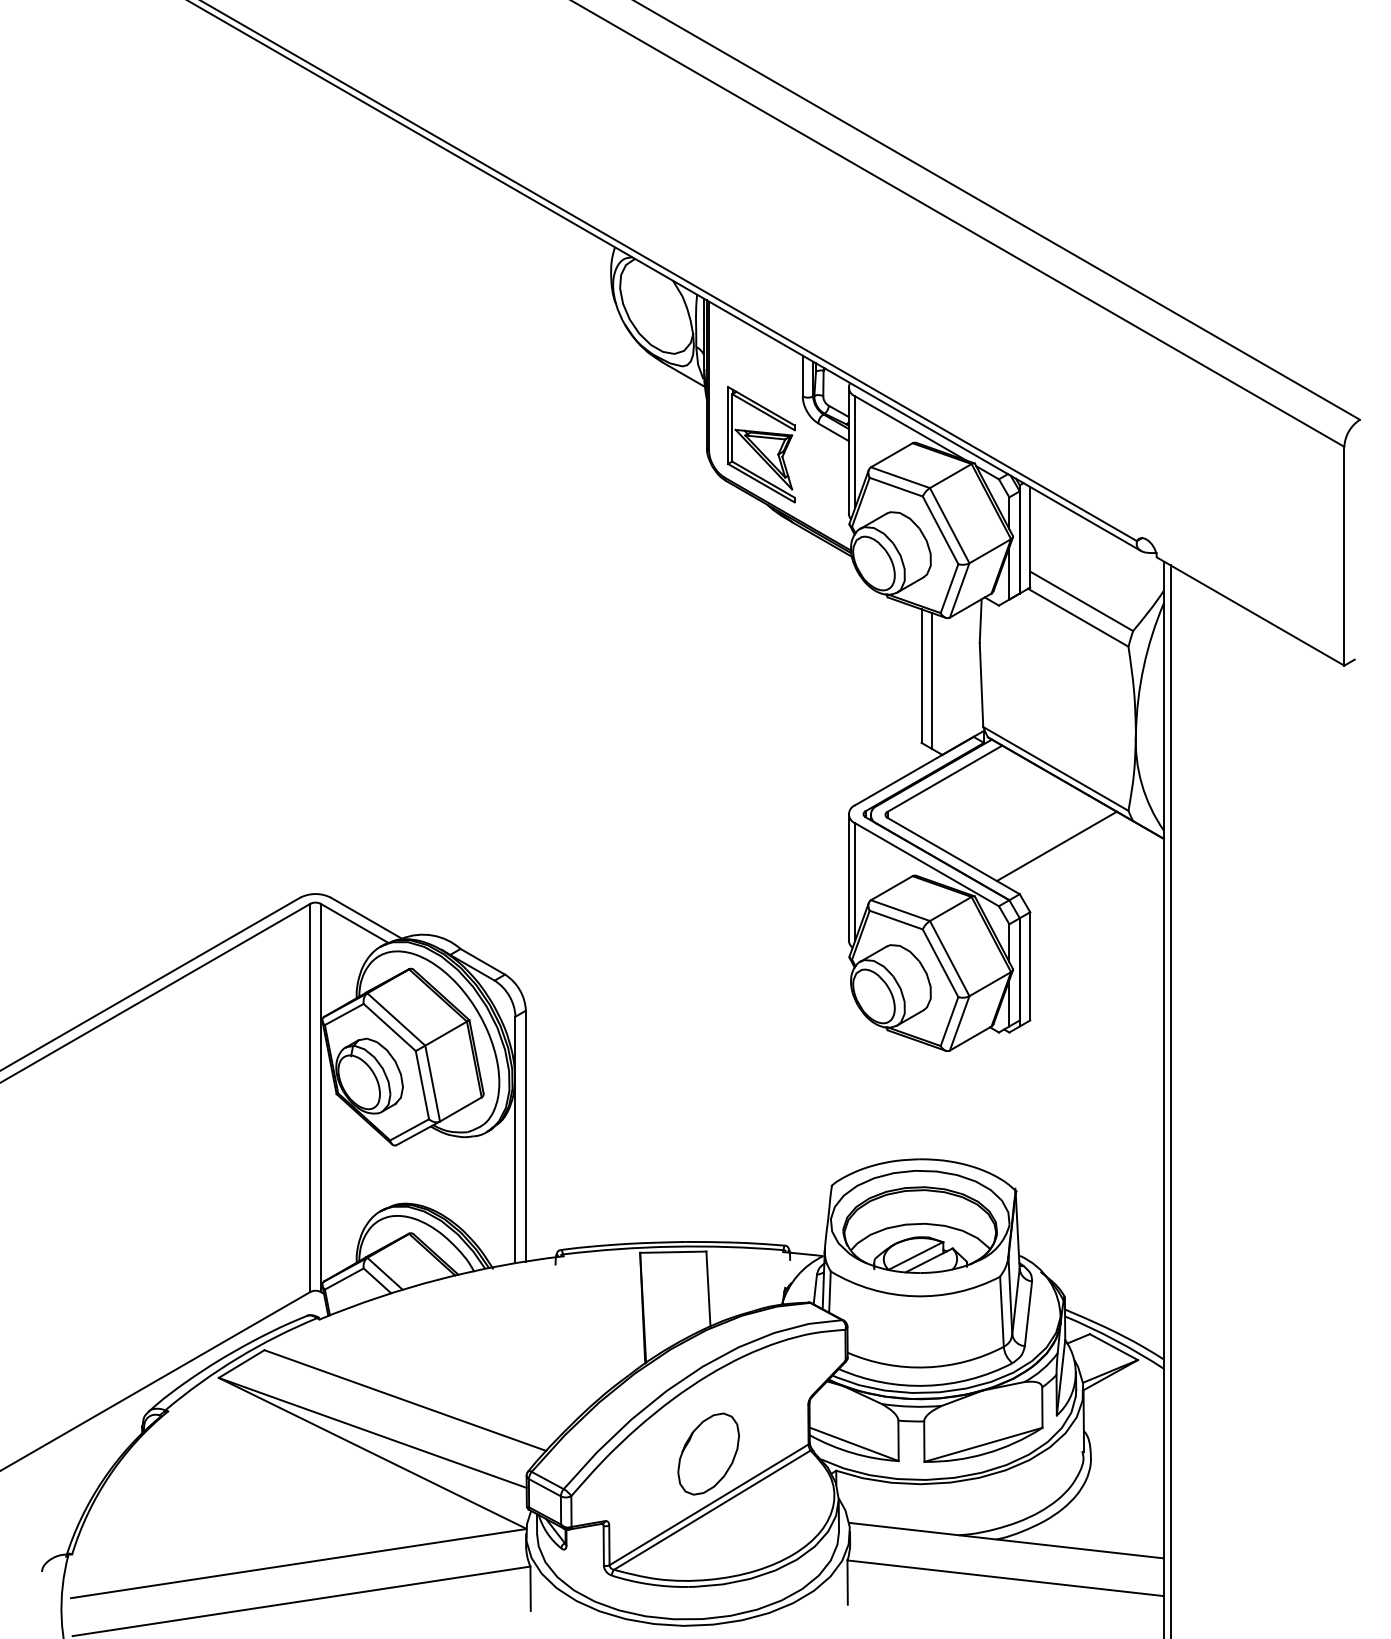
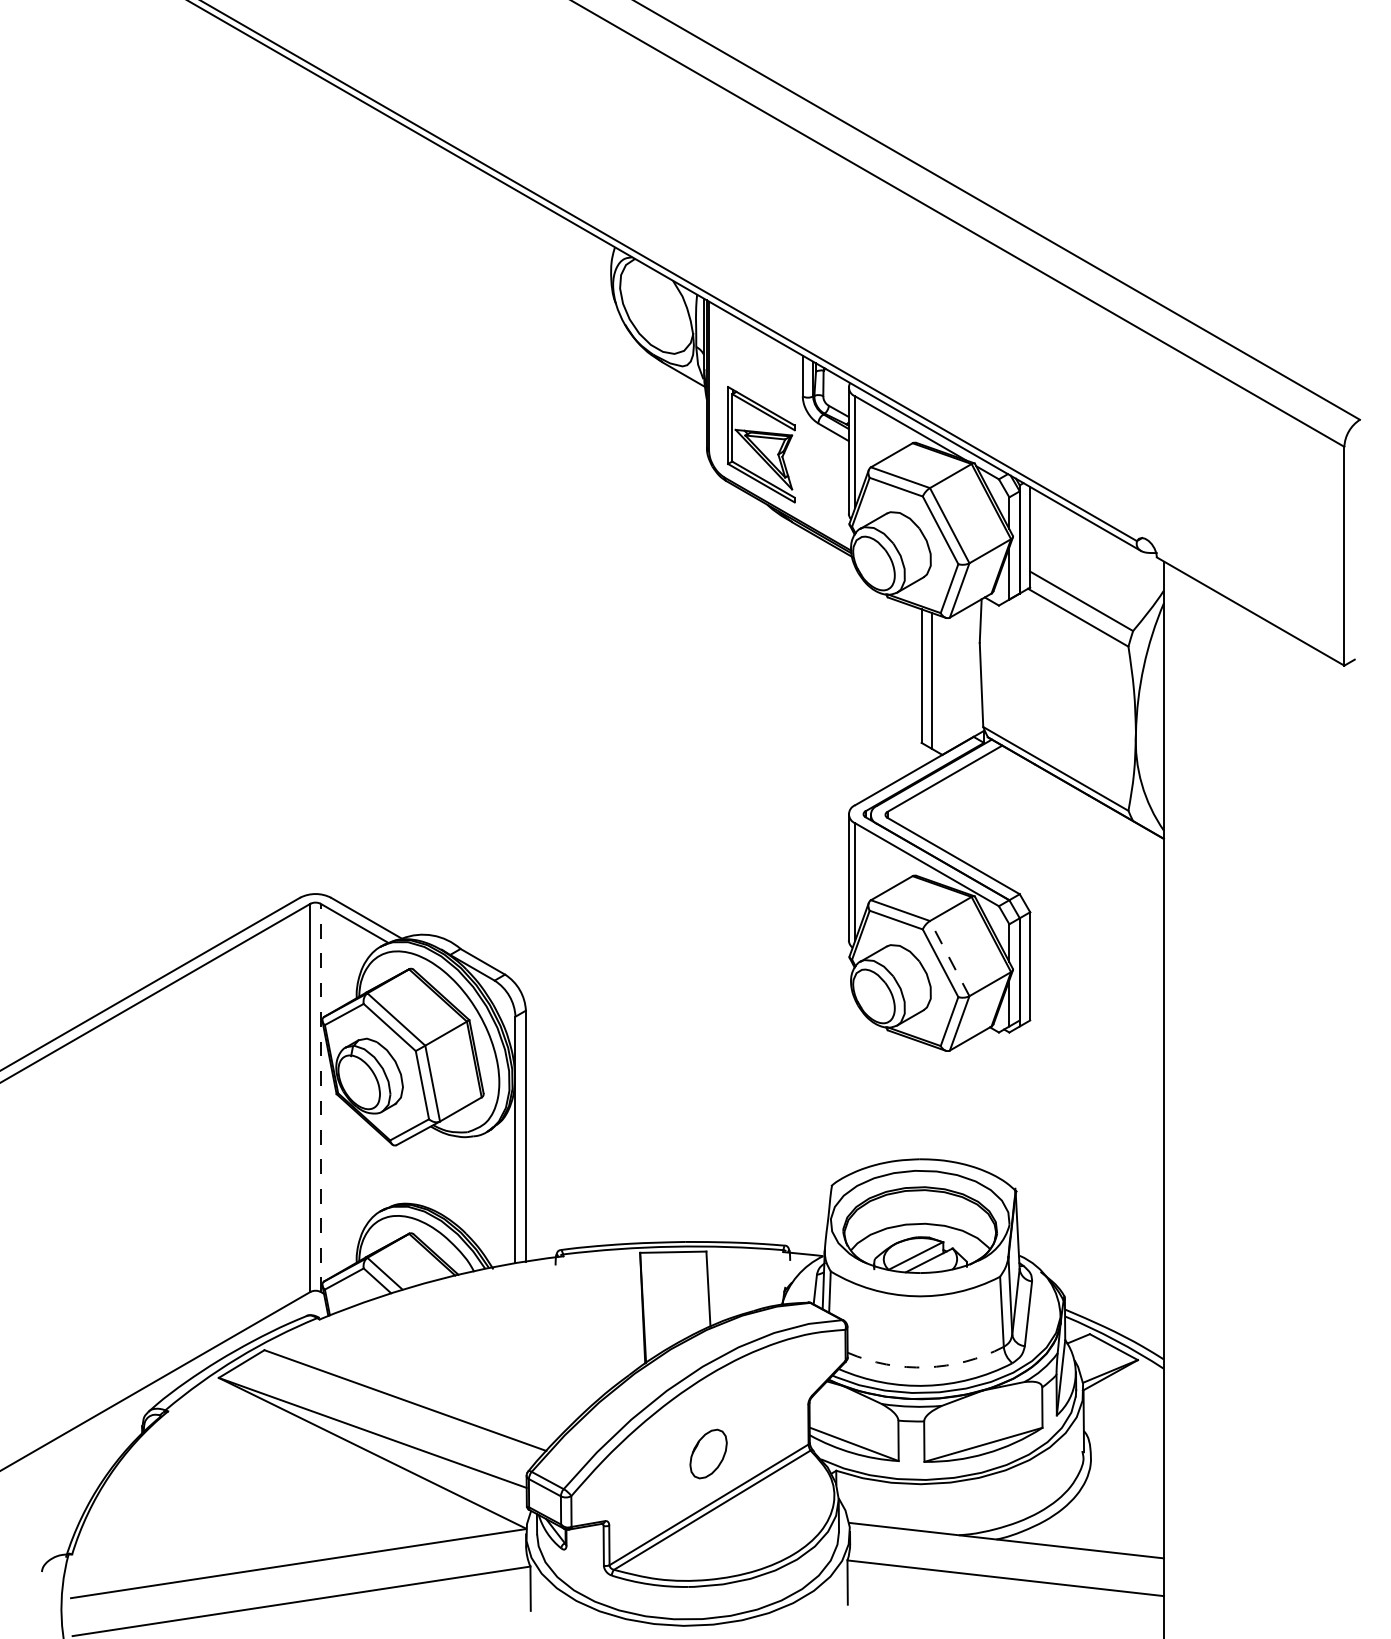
line at (1056, 846): present -> none
line at (949, 958): solid -> dashed
line at (320, 1097): solid -> dashed
line at (1170, 1100): present -> none
arc at (926, 1367): solid -> dashed
part at (708, 1453) size: 63x84 px -> 39x52 px
